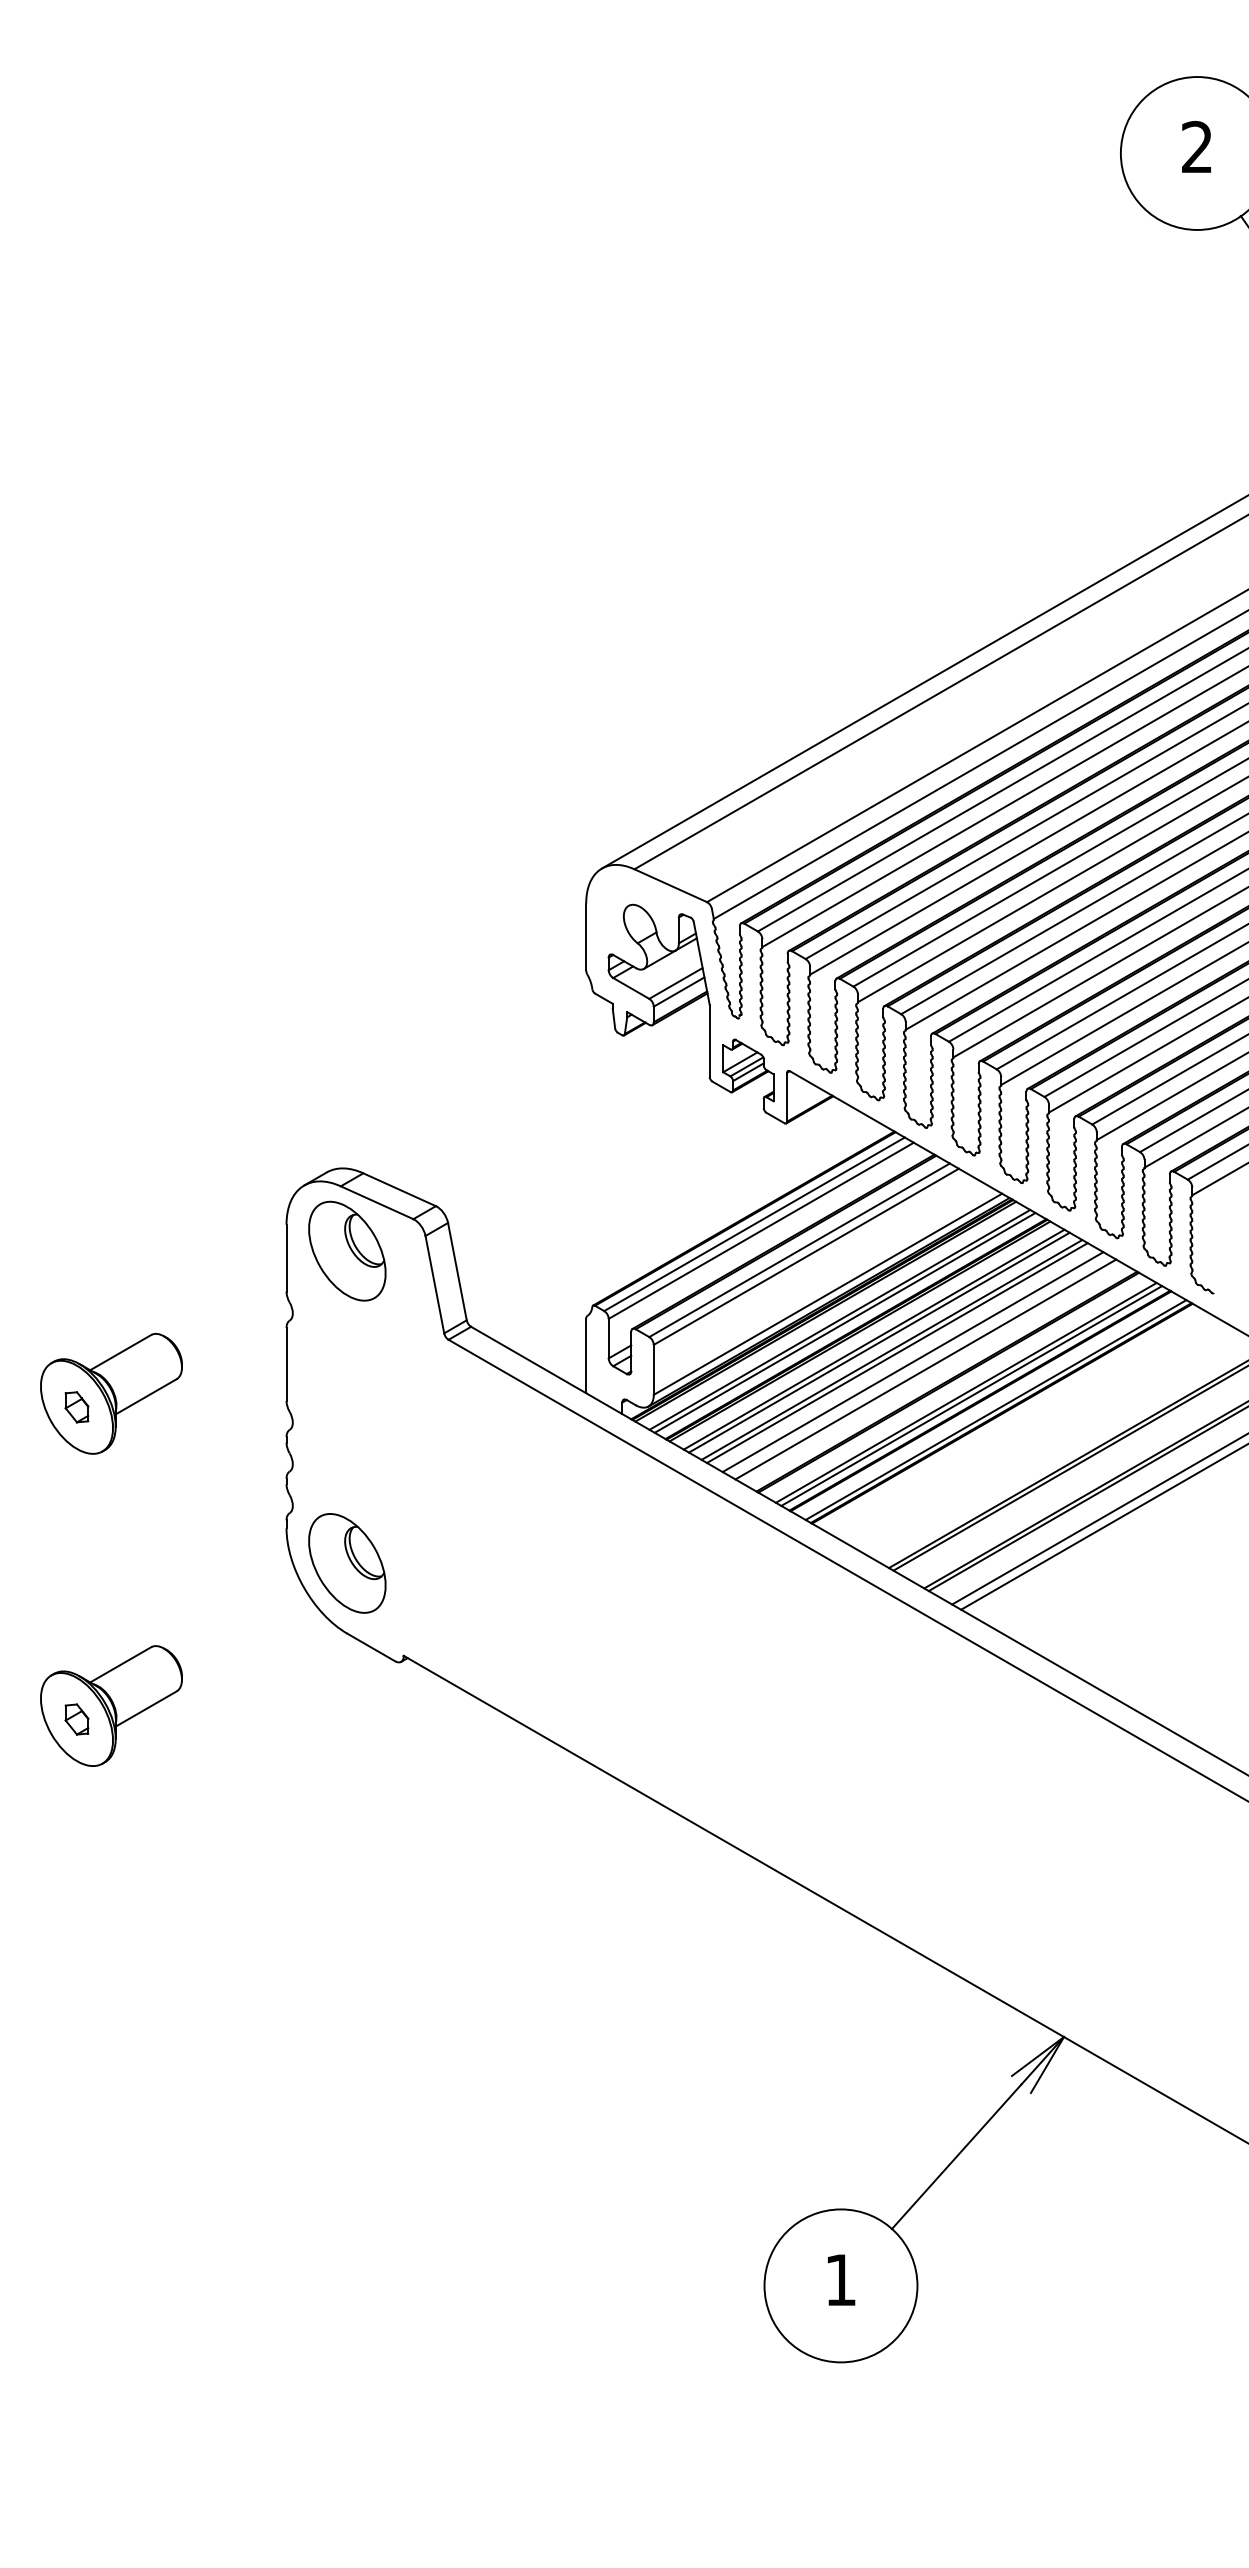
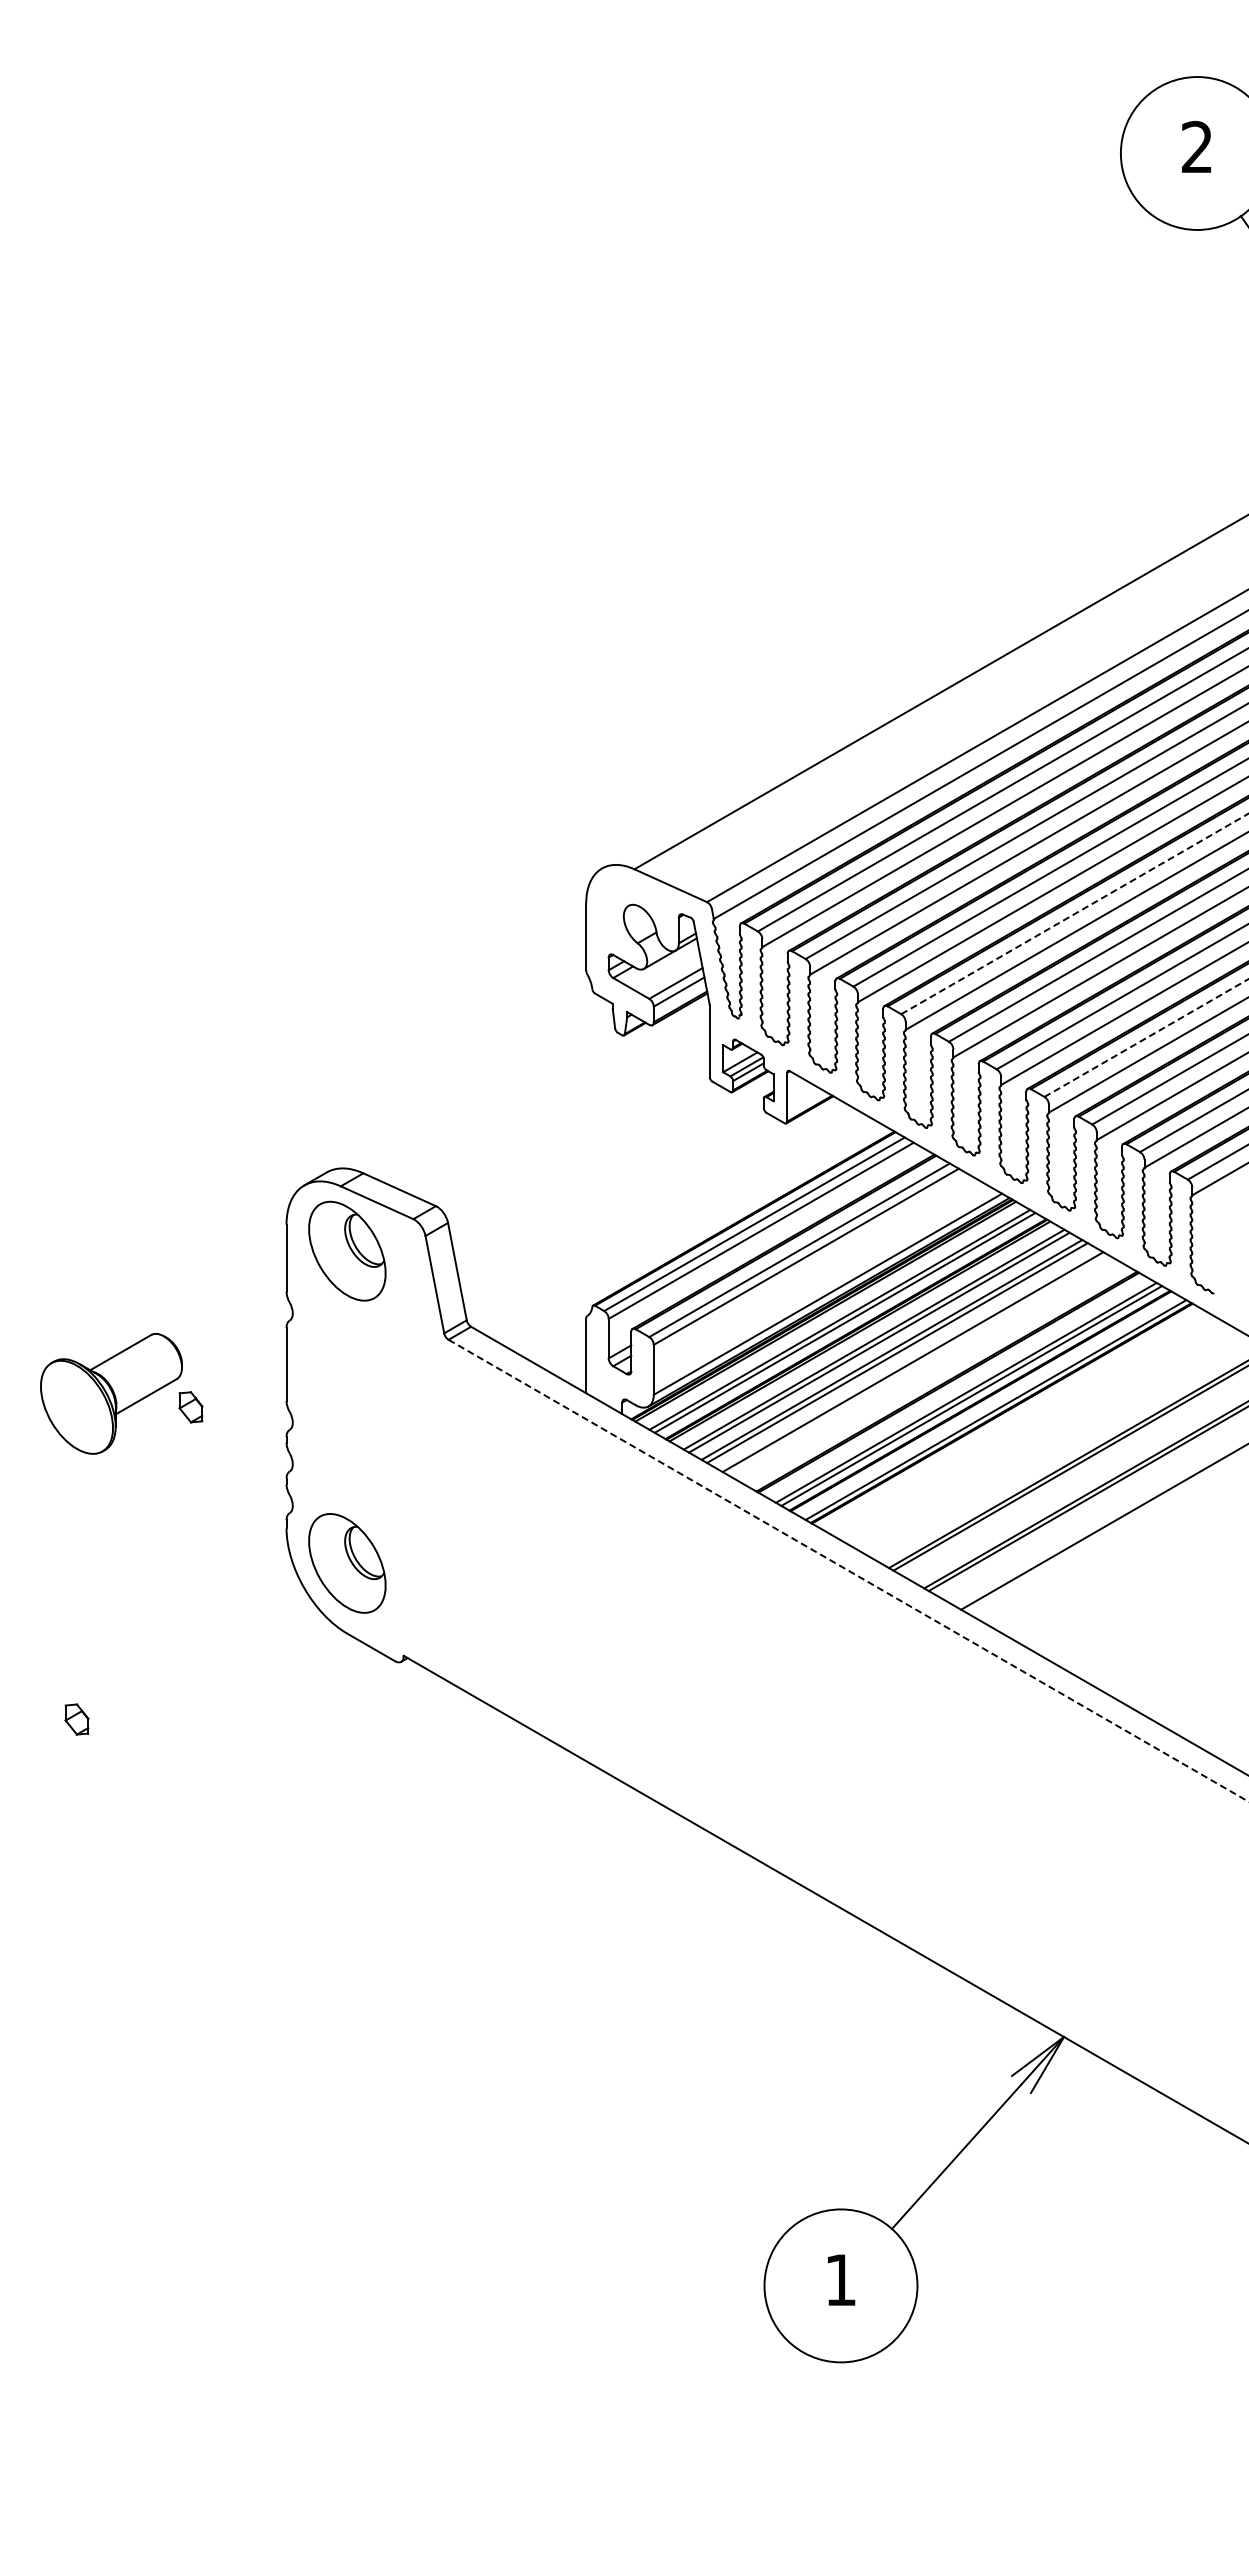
line at (923, 682): present -> none
line at (1075, 913): solid -> dashed
line at (1146, 1037): solid -> dashed
line at (925, 1369): present -> none
part at (76, 1407) position: (76, 1407) -> (190, 1407)
line at (1098, 1519): present -> none
line at (848, 1570): solid -> dashed
part at (111, 1705): present -> none
